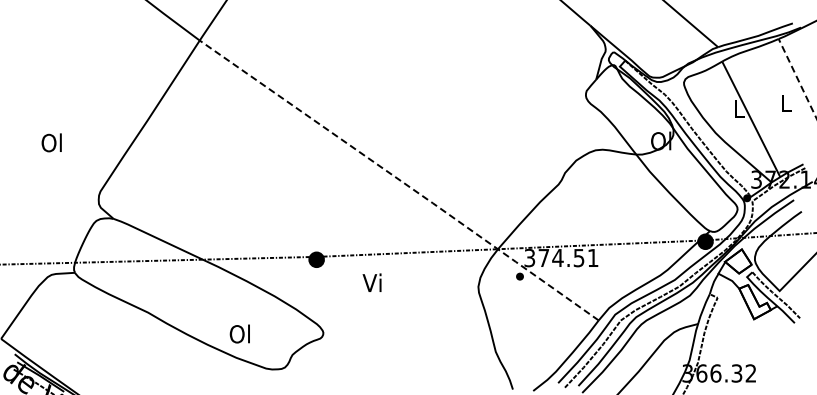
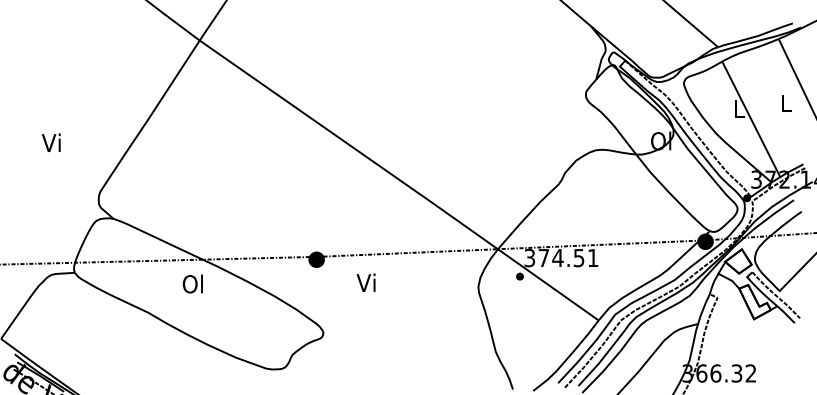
line at (797, 79): dashed -> solid
text at (51, 142): Ol -> Vi
line at (400, 180): dashed -> solid
text at (371, 282) position: (371, 282) -> (365, 282)
text at (239, 333) position: (239, 333) -> (192, 283)
